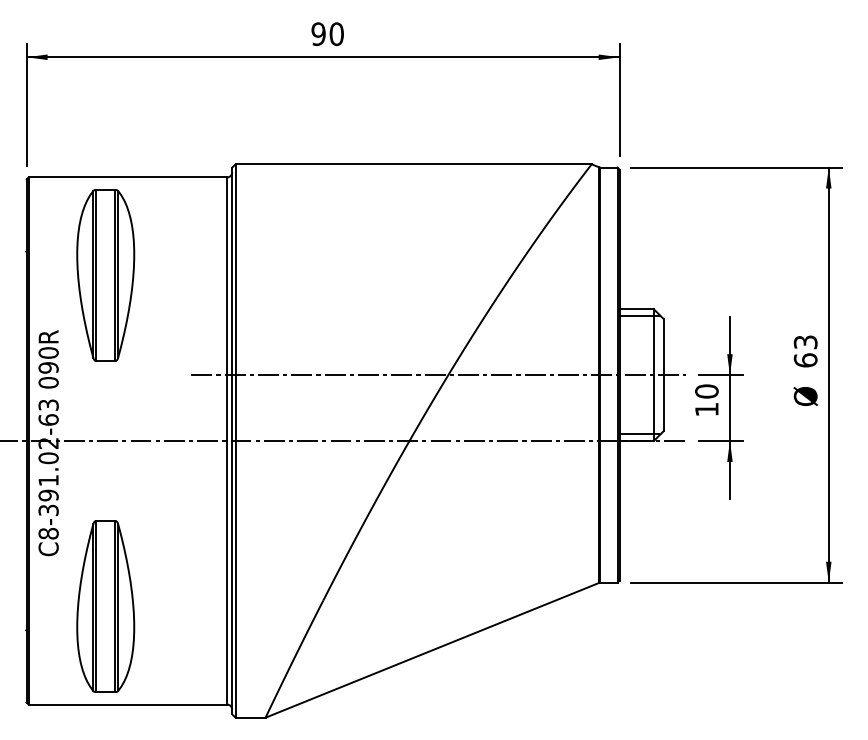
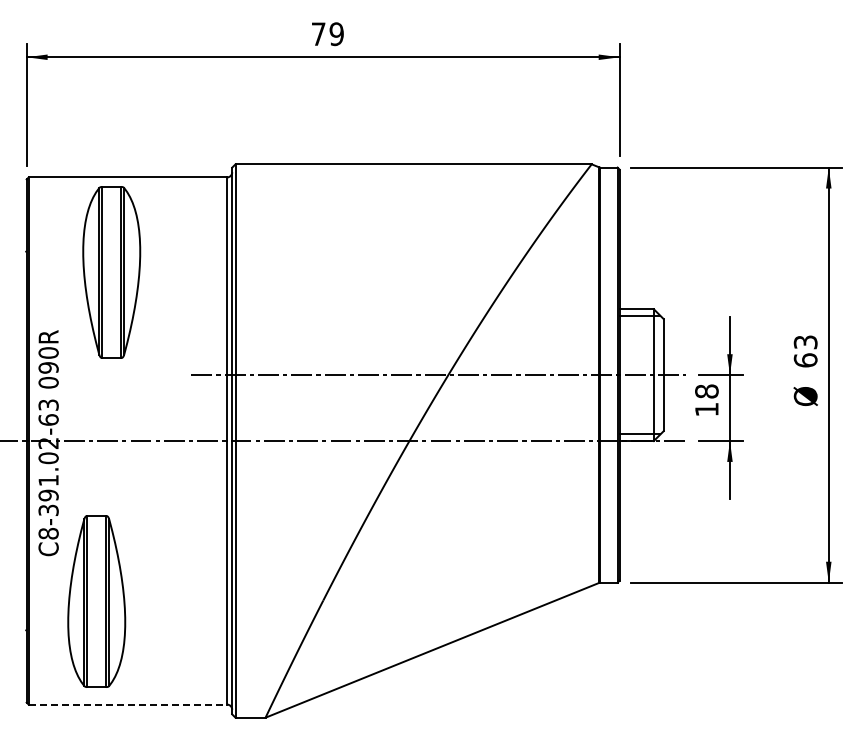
text at (327, 34): 90 -> 79
part at (105, 275) position: (105, 275) -> (111, 272)
text at (706, 391): 10 -> 18
part at (105, 606) position: (105, 606) -> (96, 601)
line at (128, 704): solid -> dashed
